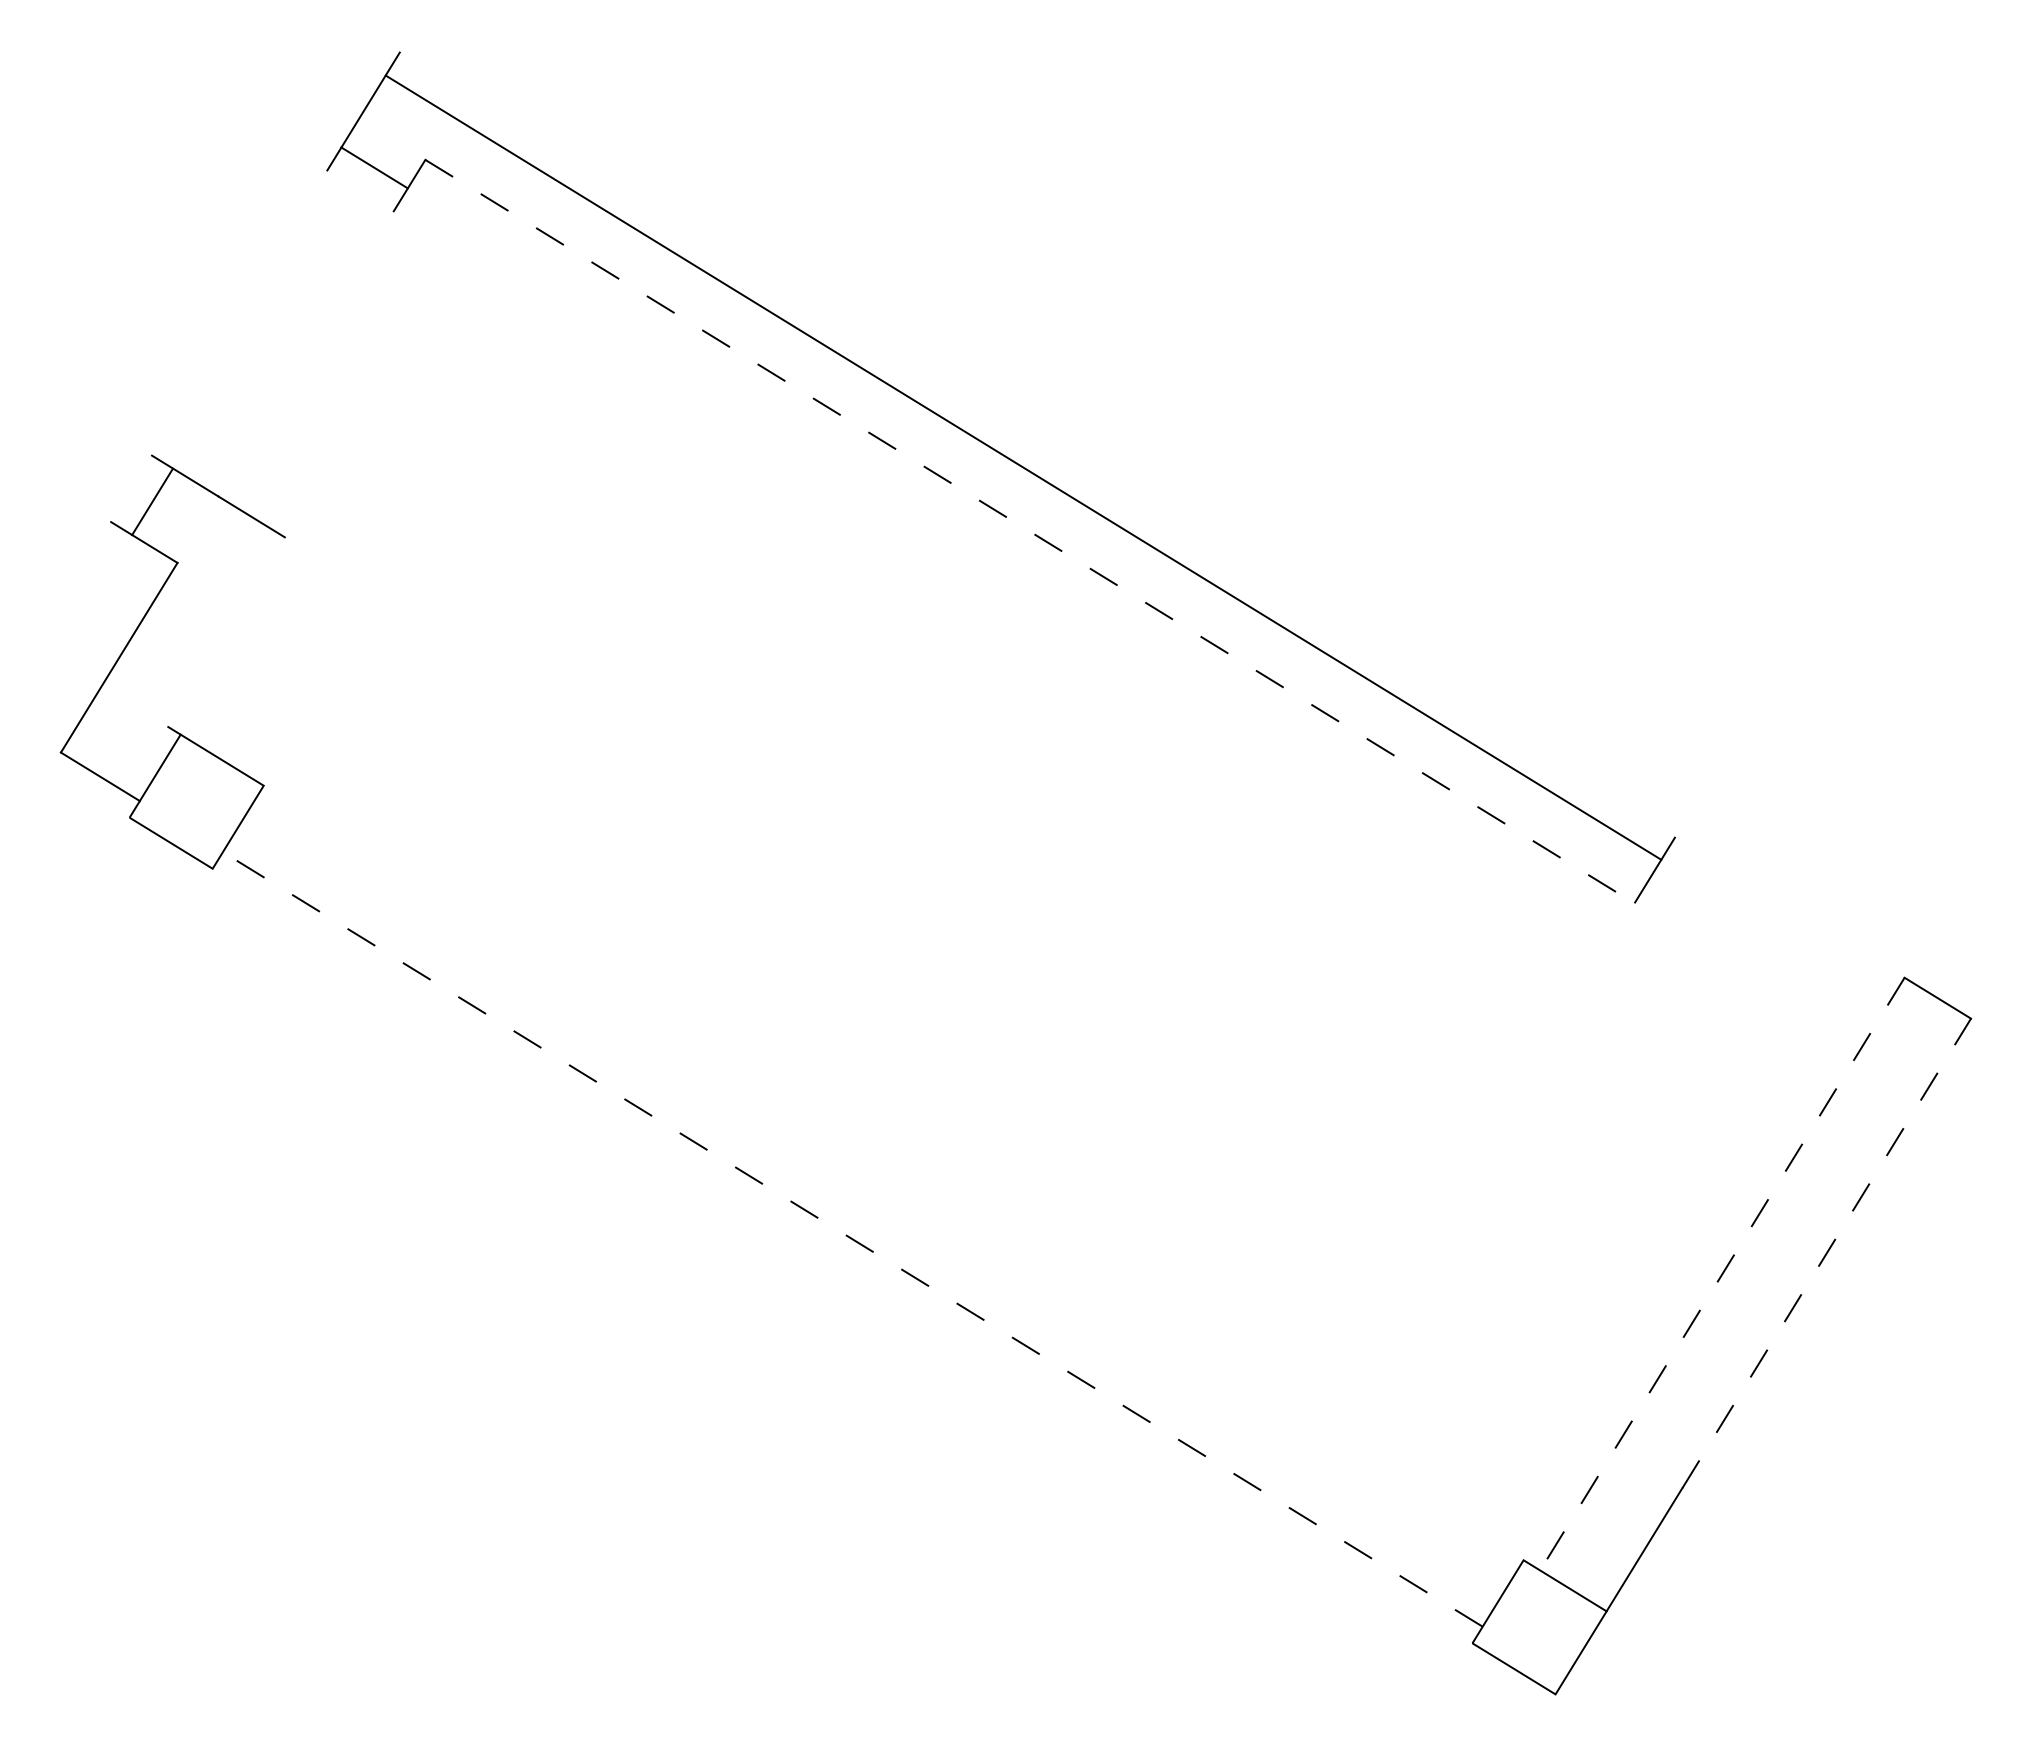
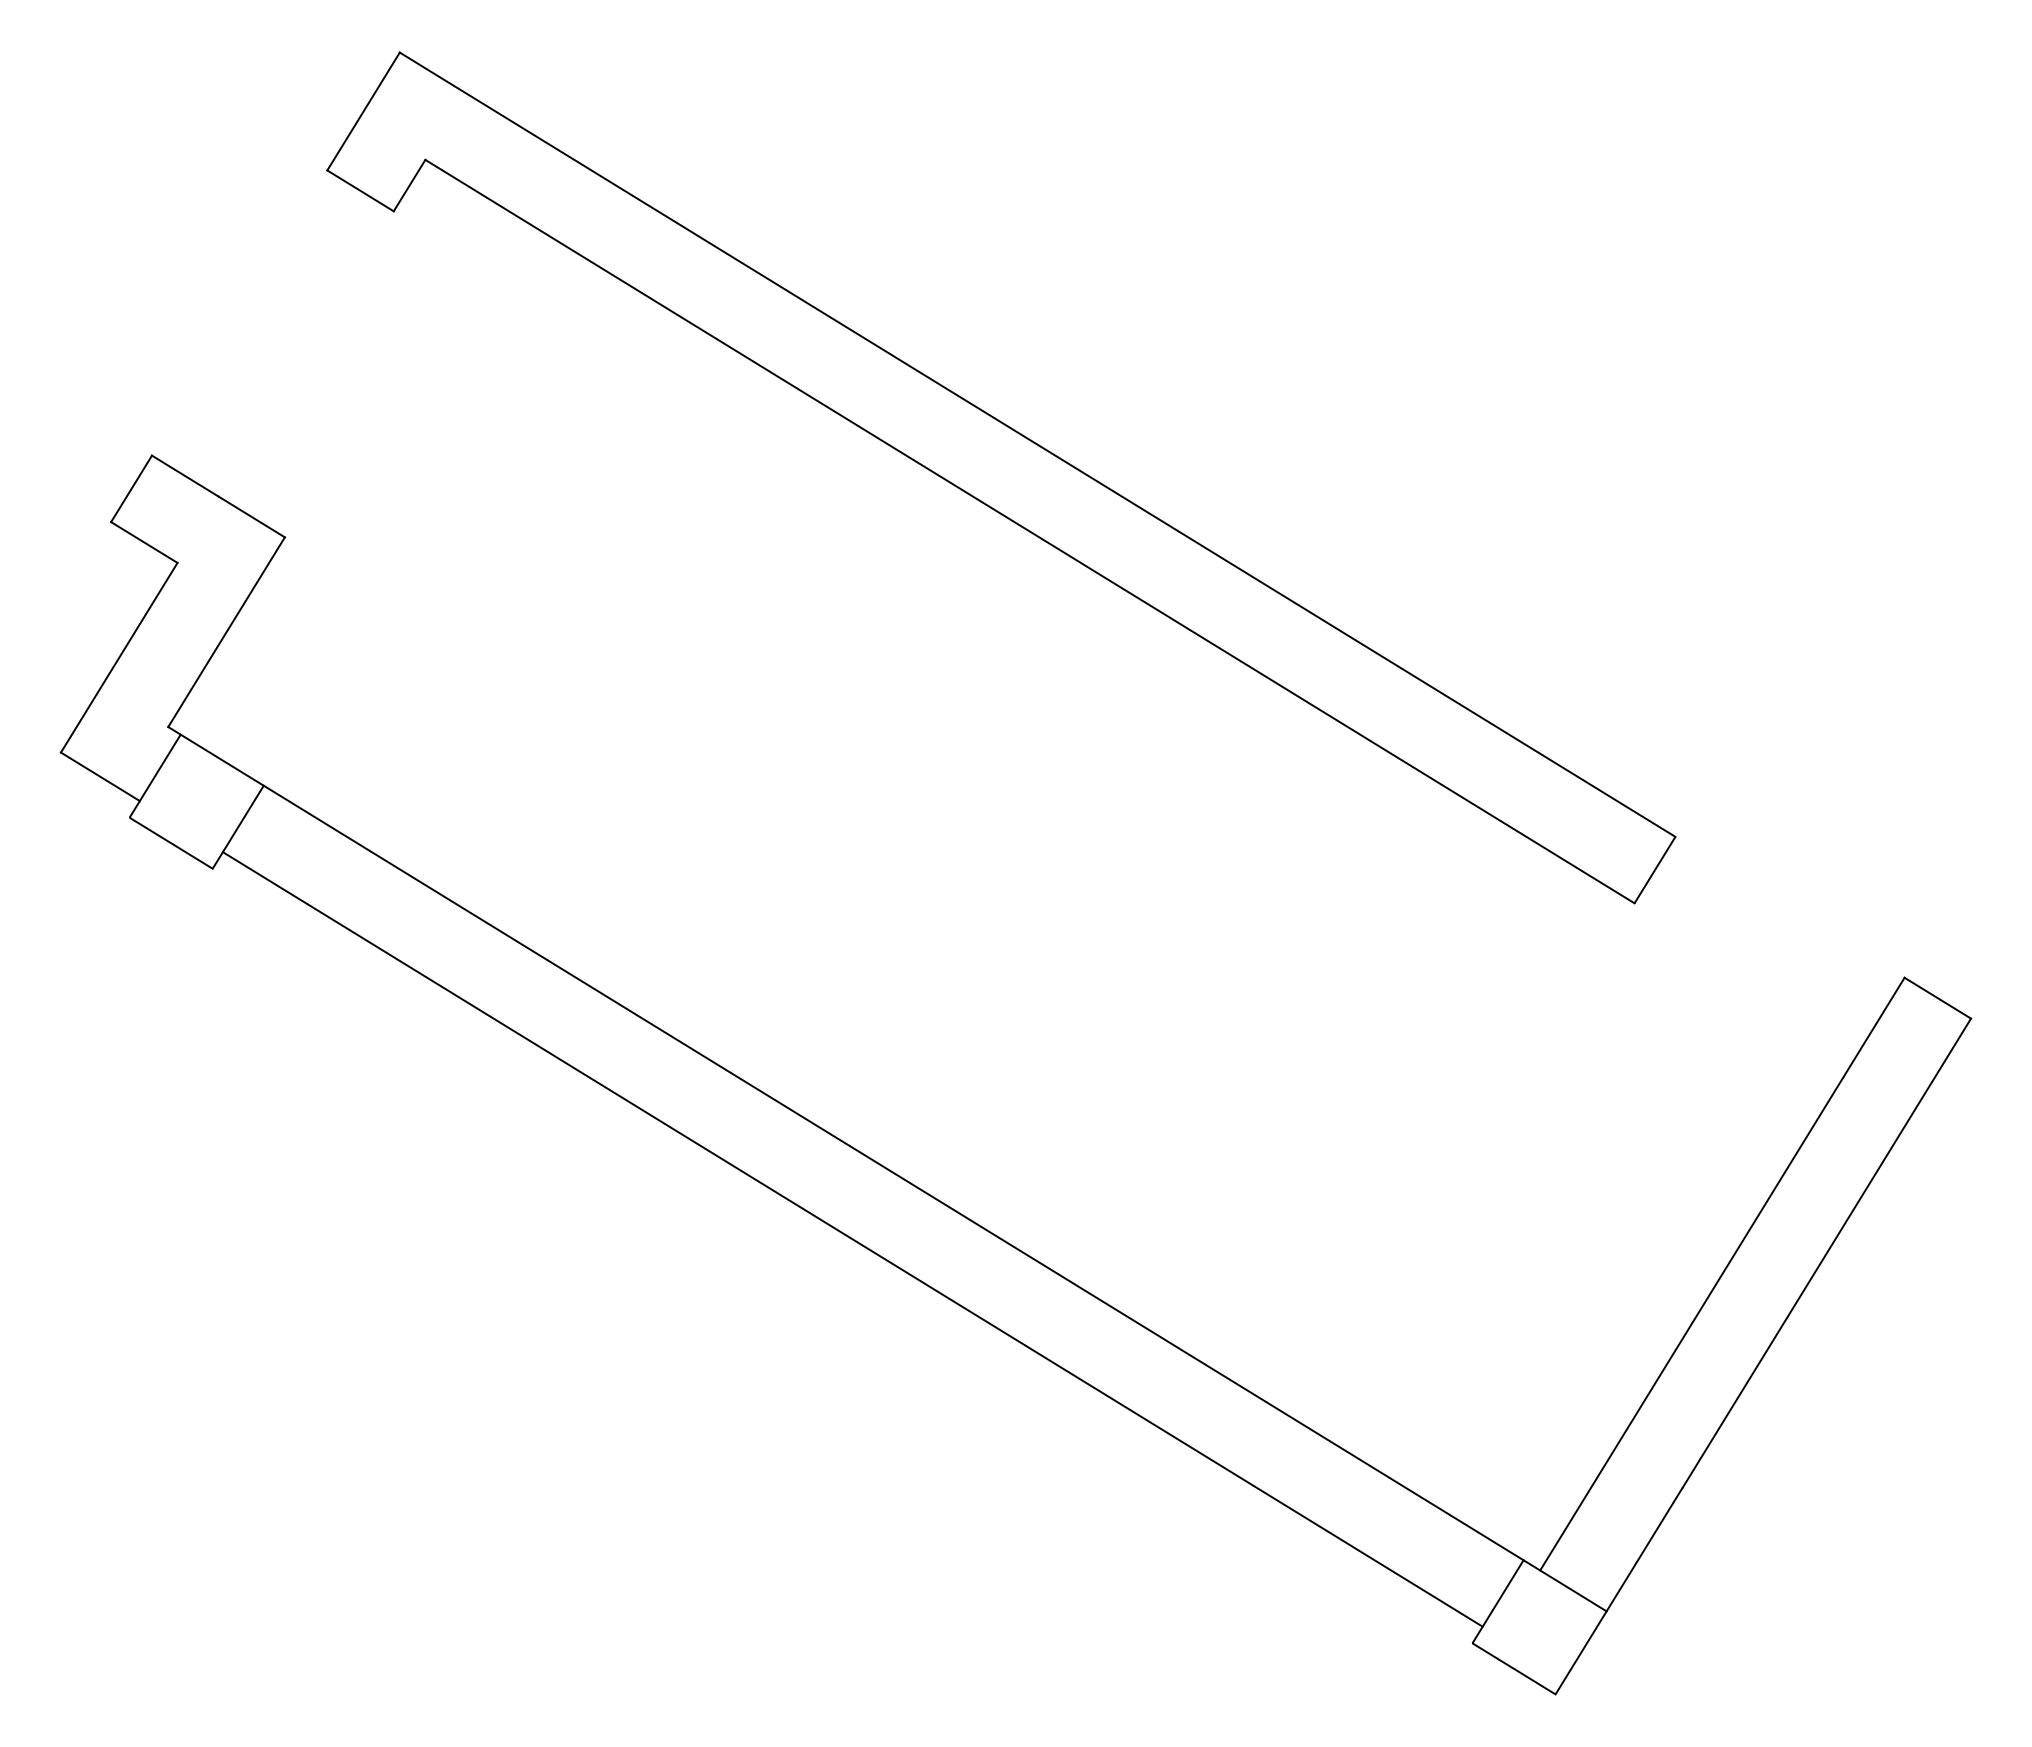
line at (374, 167) position: (374, 167) -> (360, 190)
line at (1023, 467) position: (1023, 467) -> (1037, 444)
line at (152, 501) position: (152, 501) -> (131, 488)
line at (1029, 531): dashed -> solid
line at (226, 632): none -> present
line at (893, 1172): none -> present
line at (852, 1239): dashed -> solid
line at (1826, 1253): dashed -> solid
line at (1722, 1274): dashed -> solid
